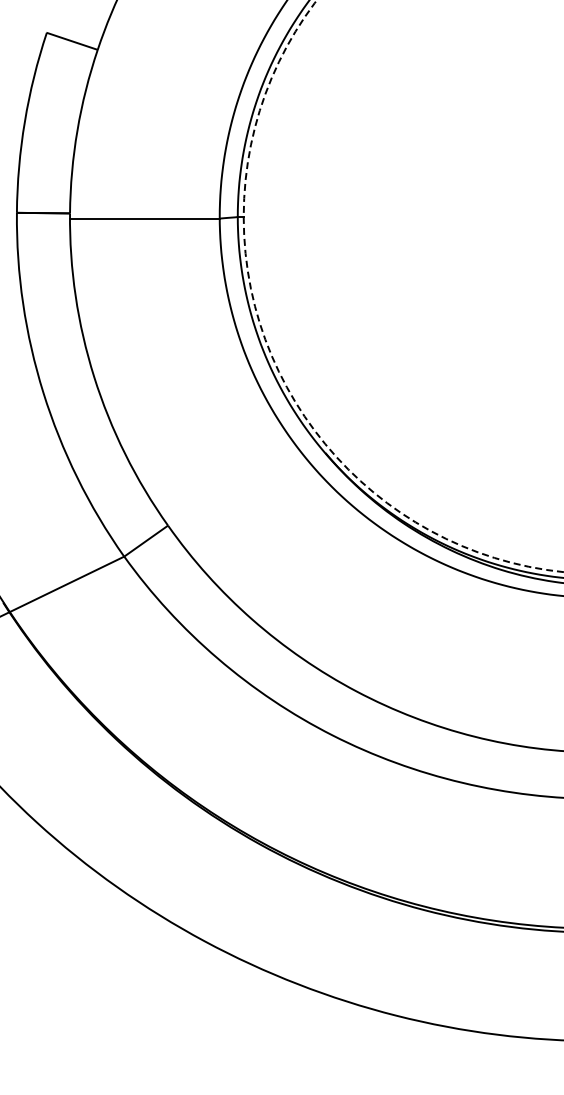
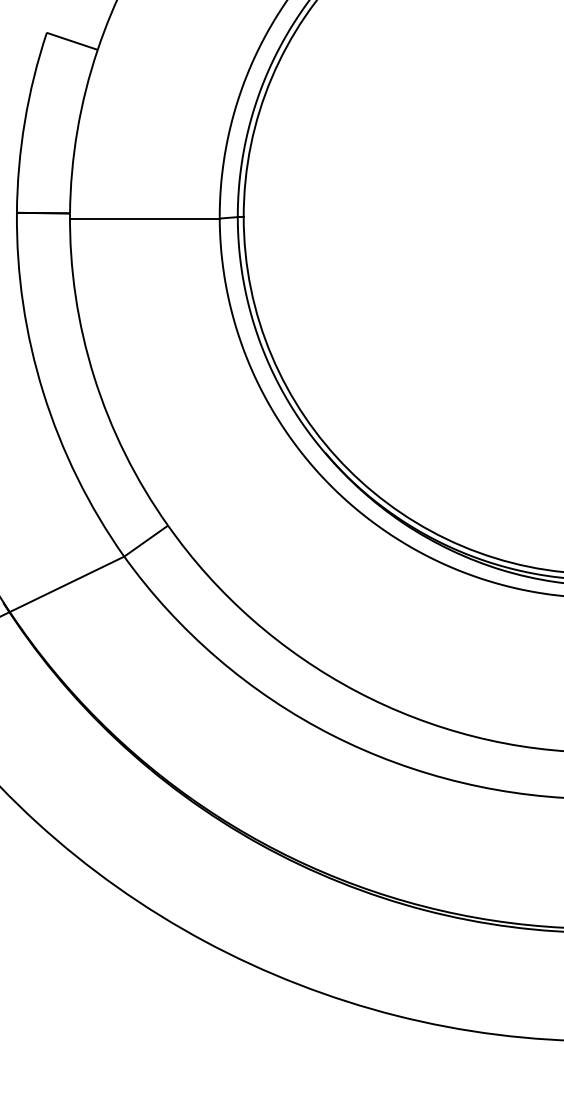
circle at (403, 286): dashed -> solid
